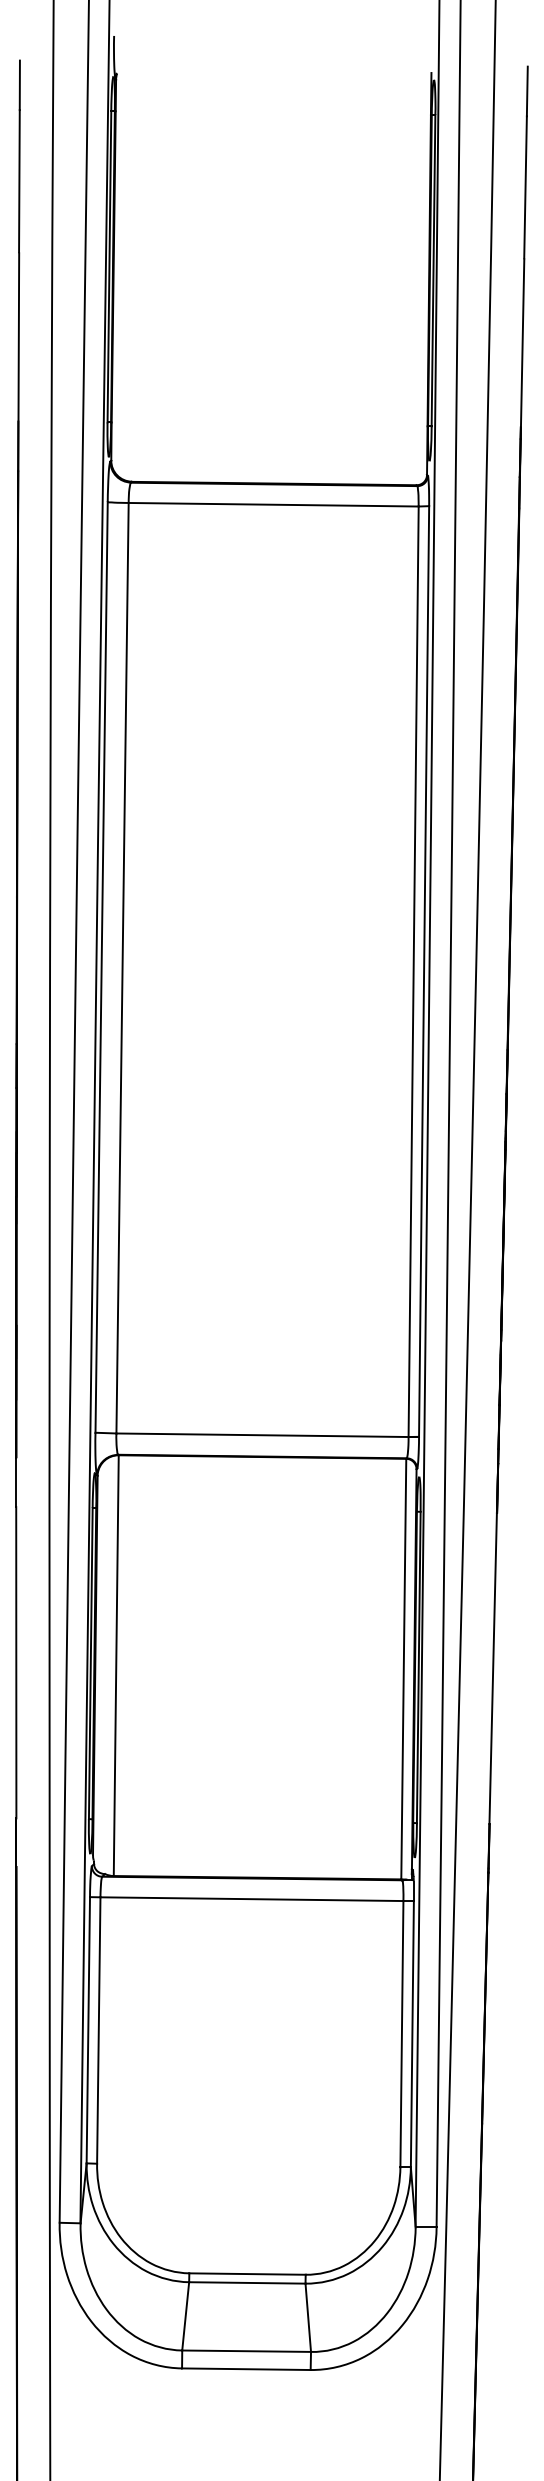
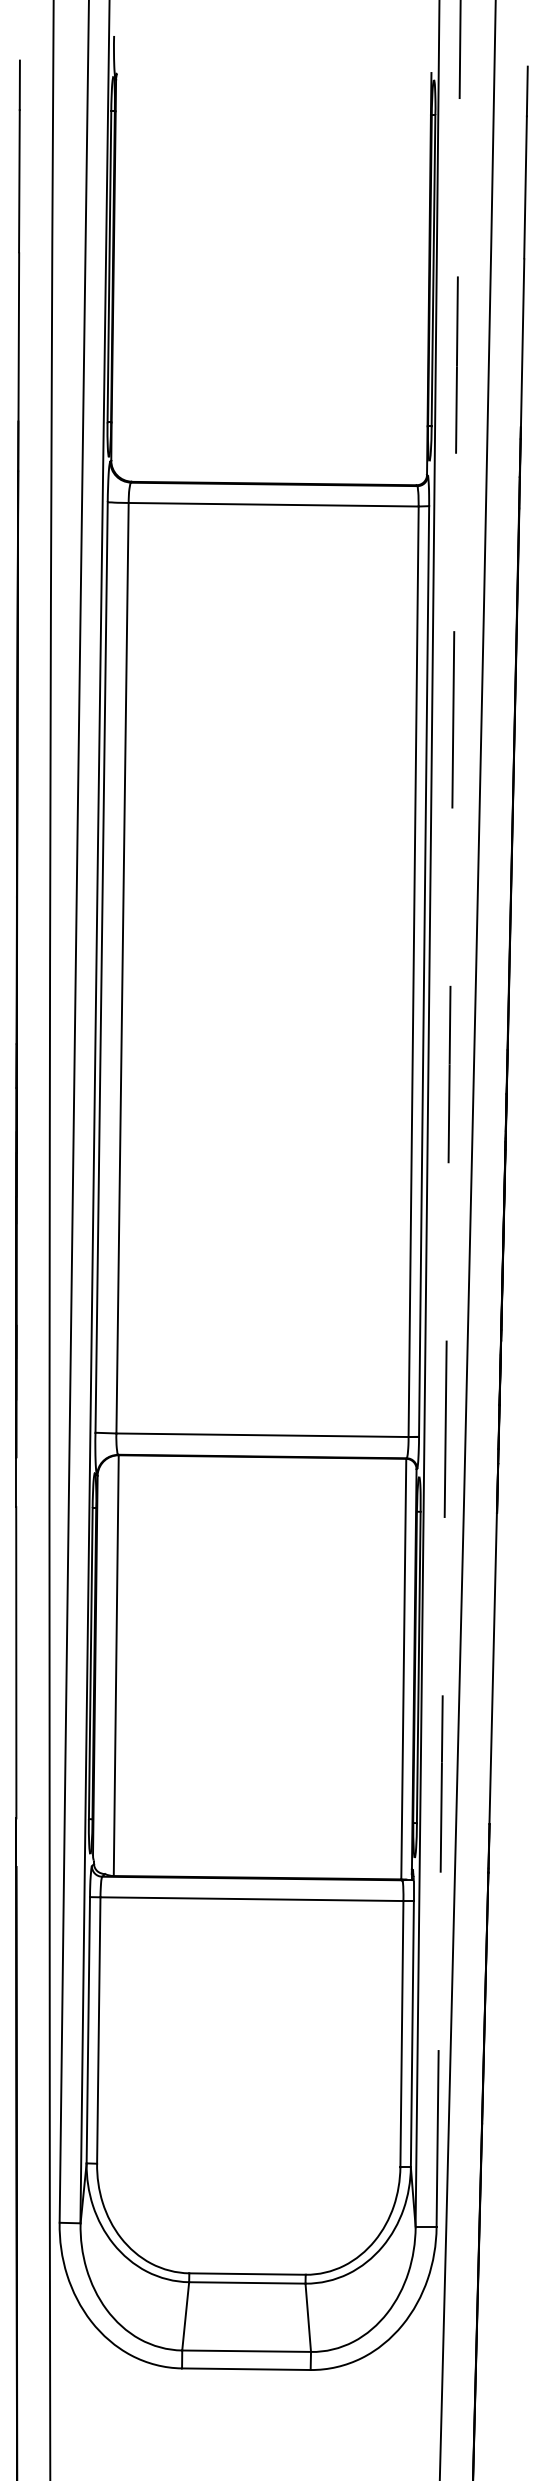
arc at (449, 1113): solid -> dashed
